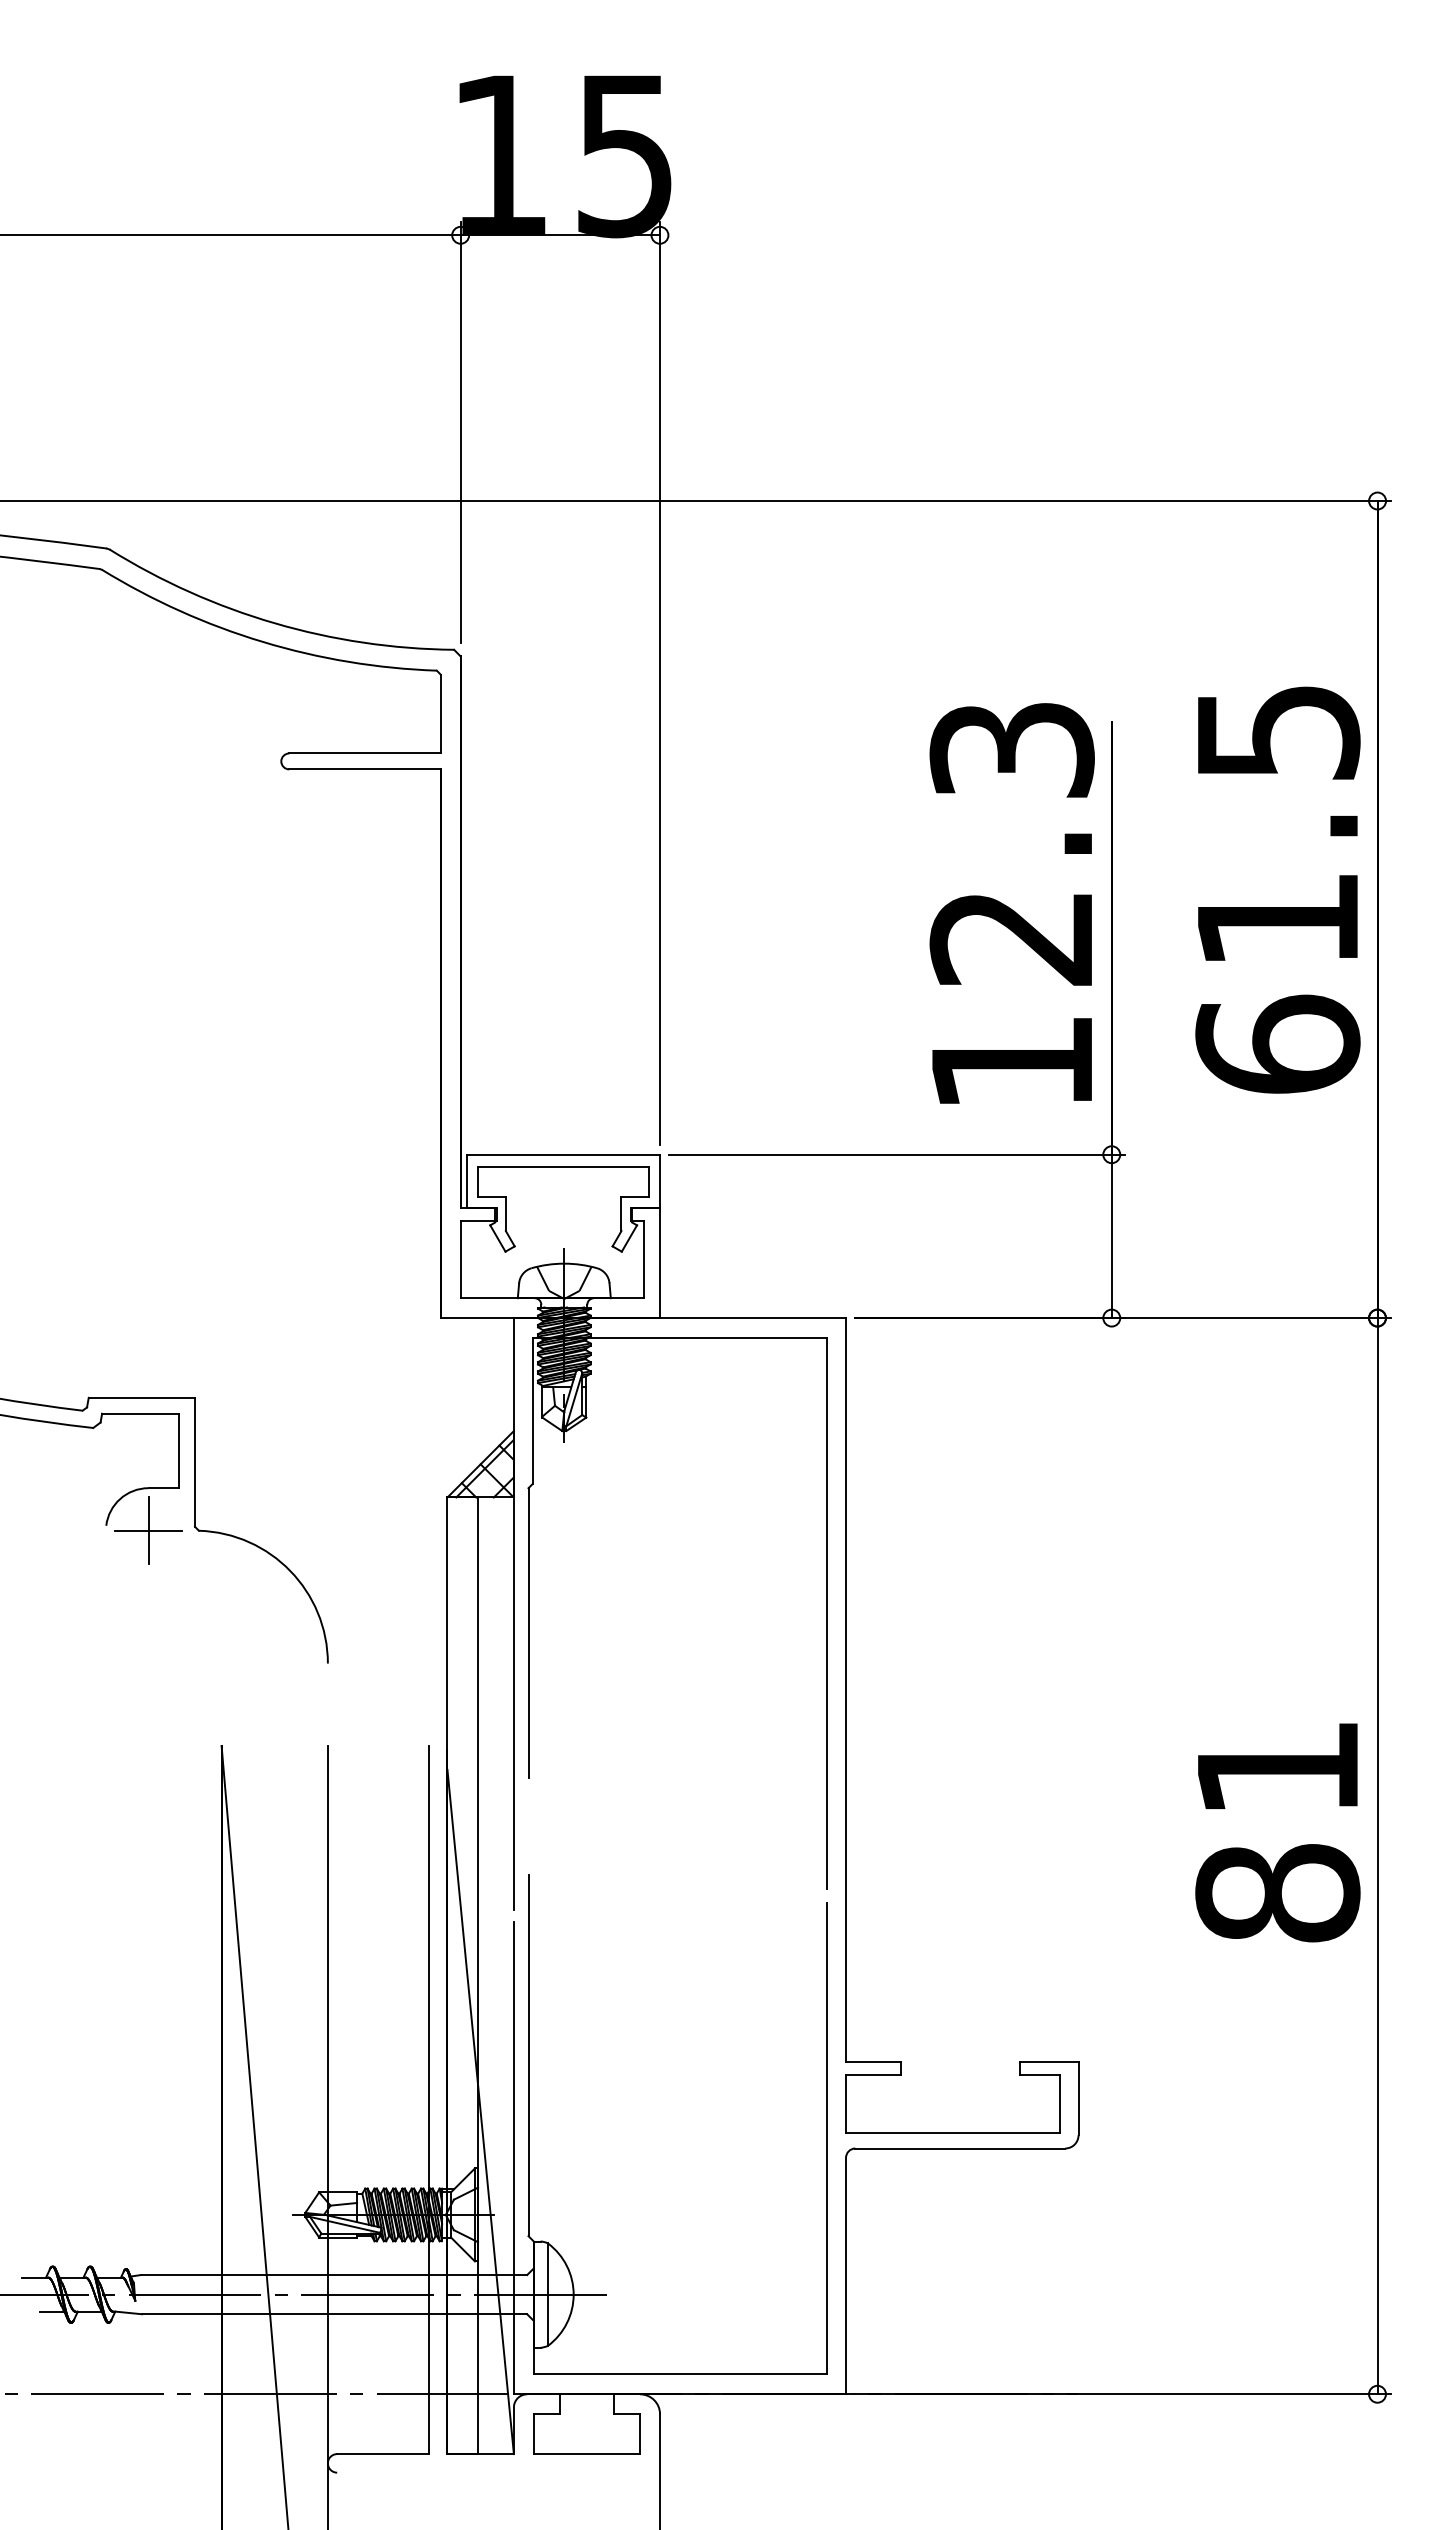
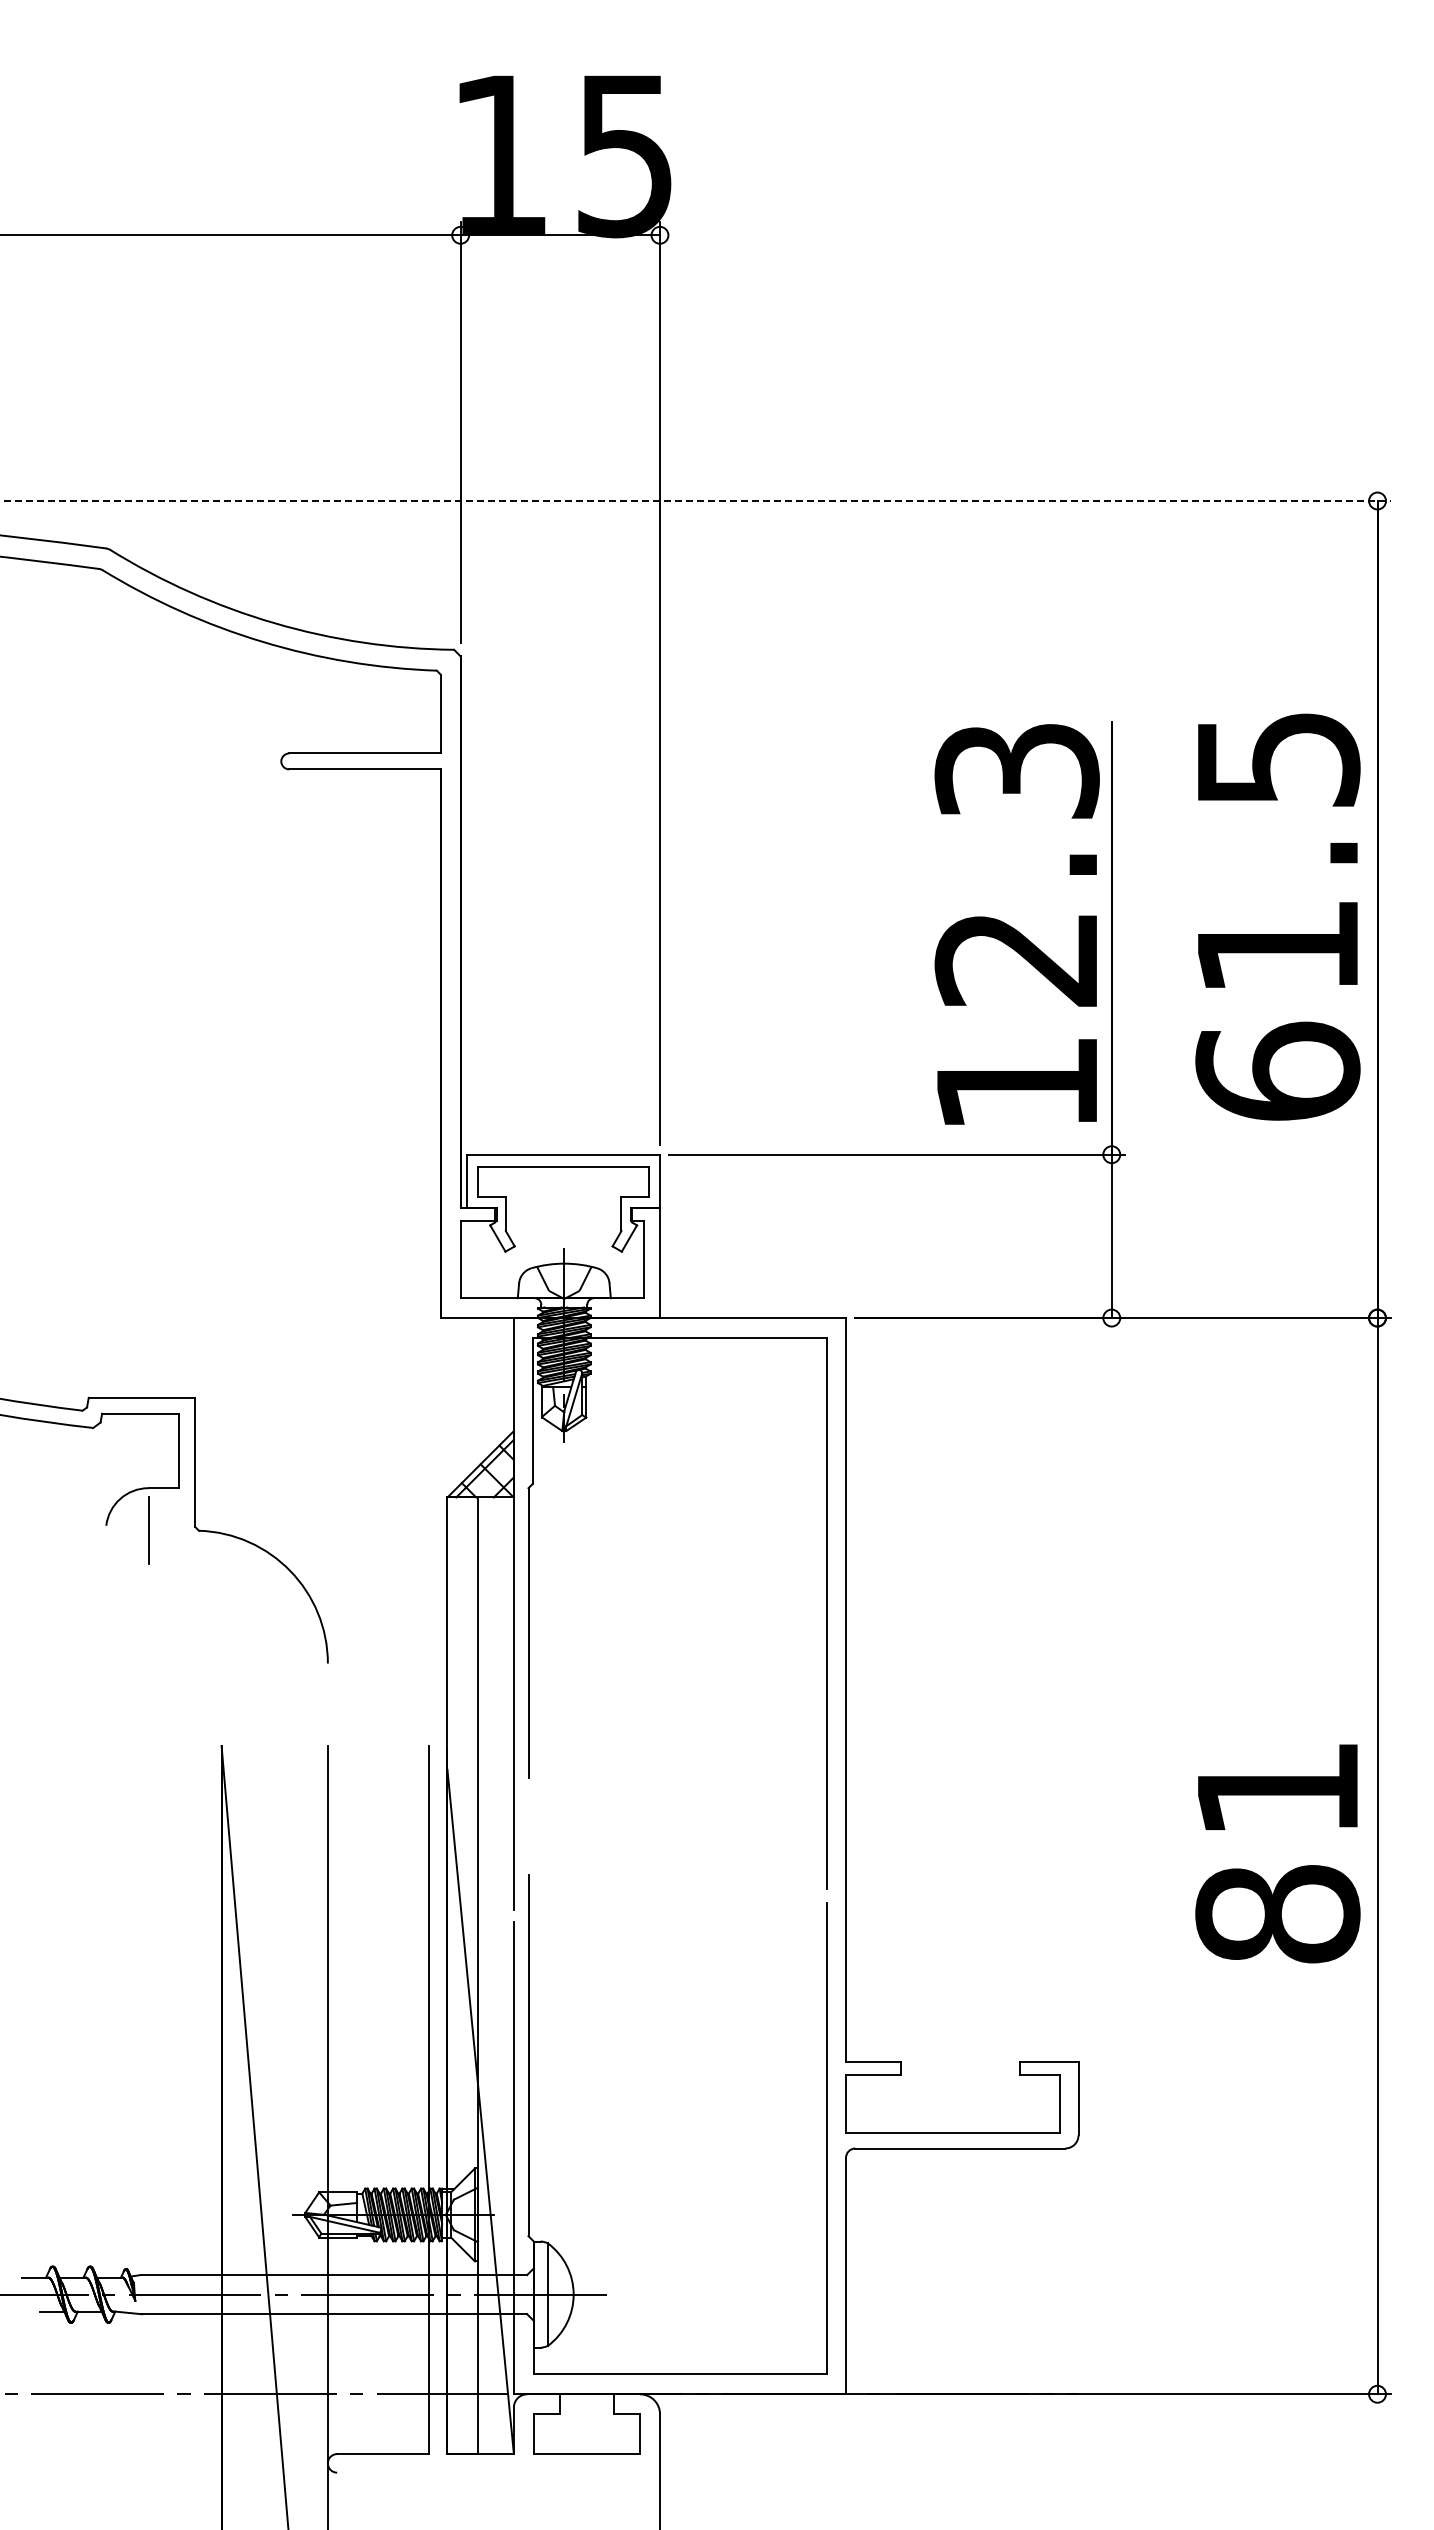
line at (695, 501): solid -> dashed
text at (1277, 889) position: (1277, 889) -> (1277, 916)
text at (1011, 903) position: (1011, 903) -> (1016, 924)
line at (148, 1530): present -> none
text at (1277, 1832) position: (1277, 1832) -> (1277, 1853)
